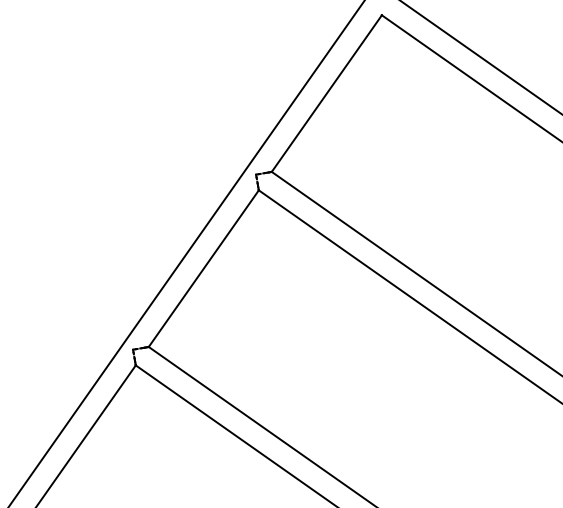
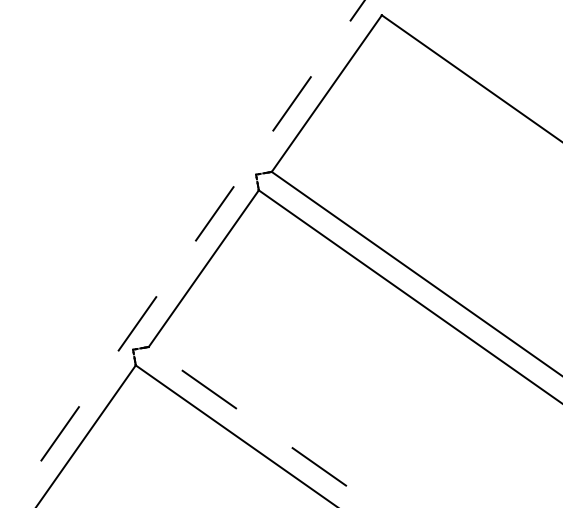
line at (480, 57): present -> none
line at (186, 254): solid -> dashed
line at (263, 427): solid -> dashed
